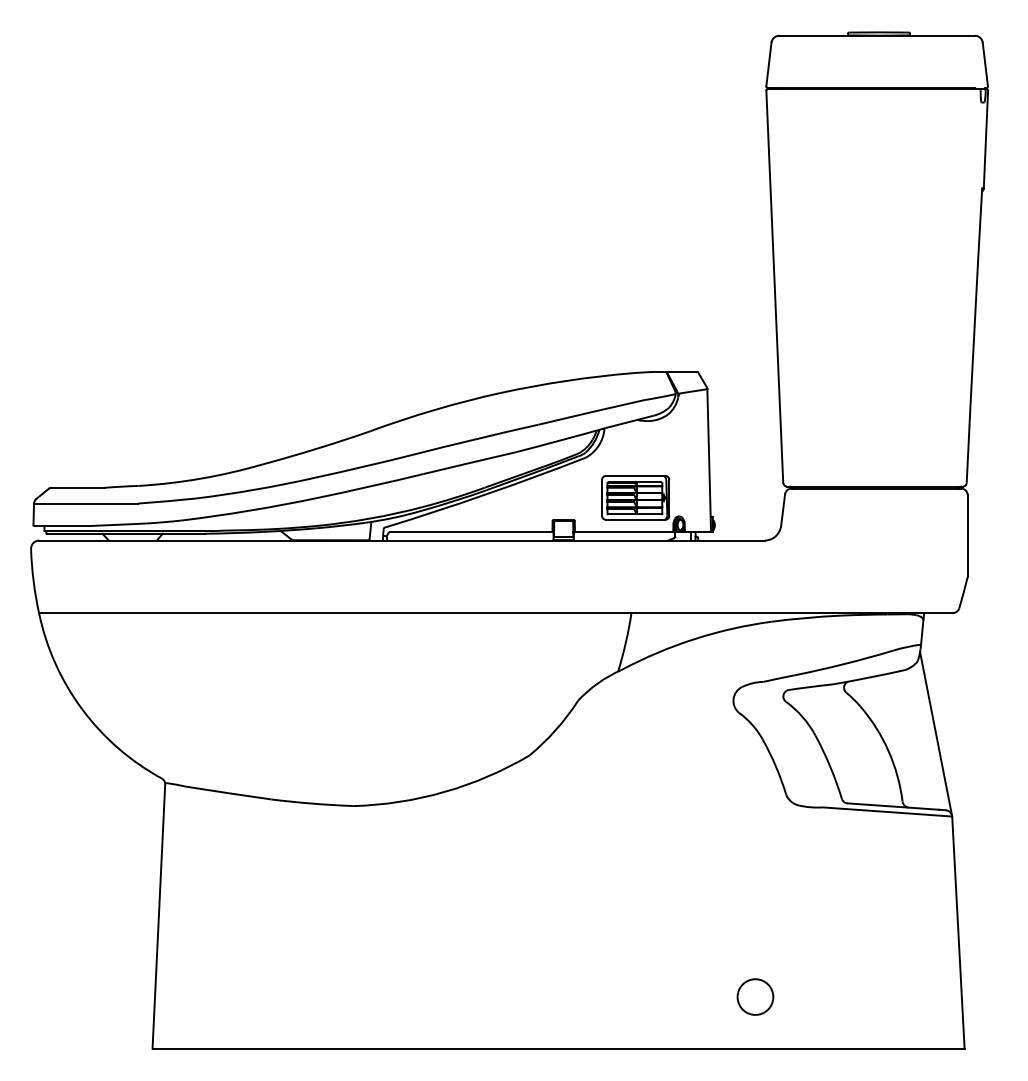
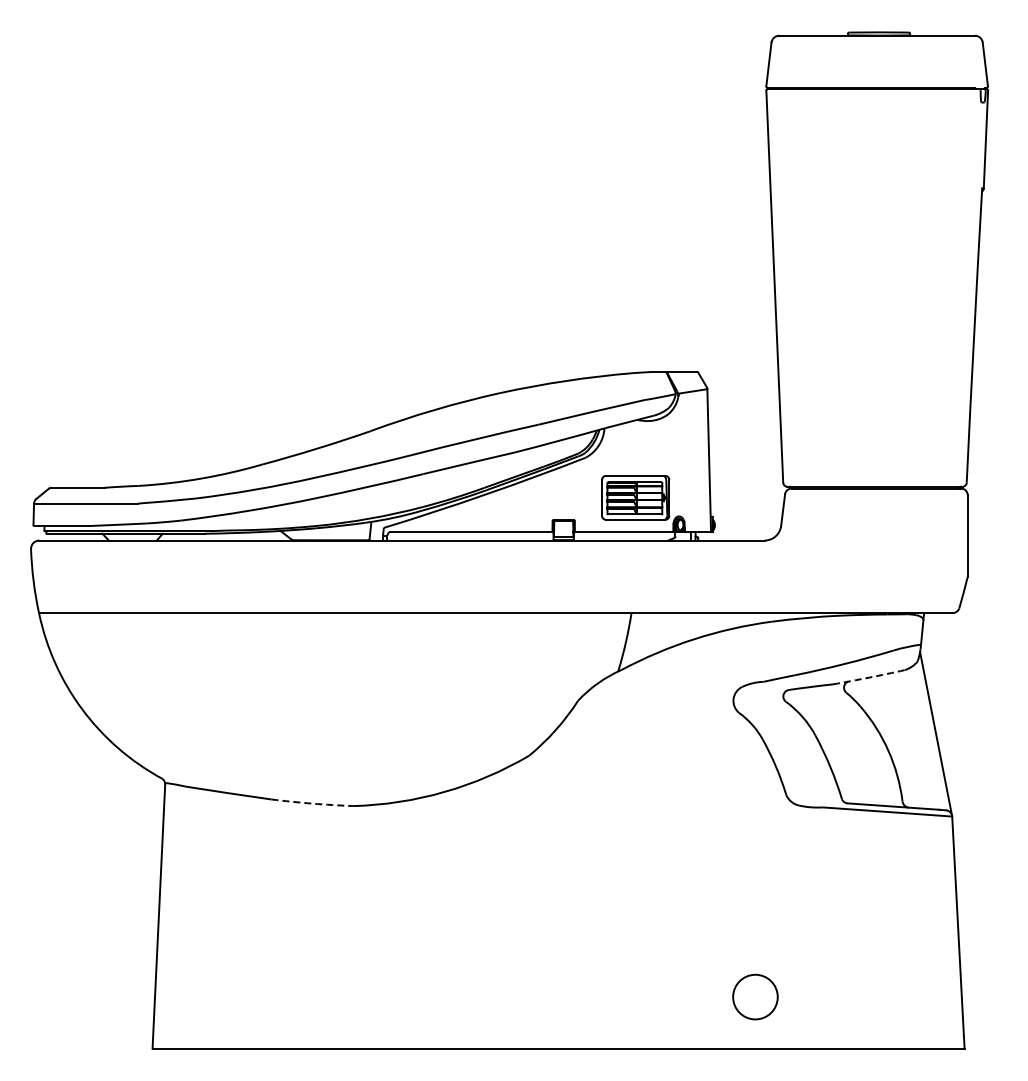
arc at (869, 677): solid -> dashed
arc at (312, 803): solid -> dashed
circle at (755, 996) size: 39x38 px -> 47x48 px
